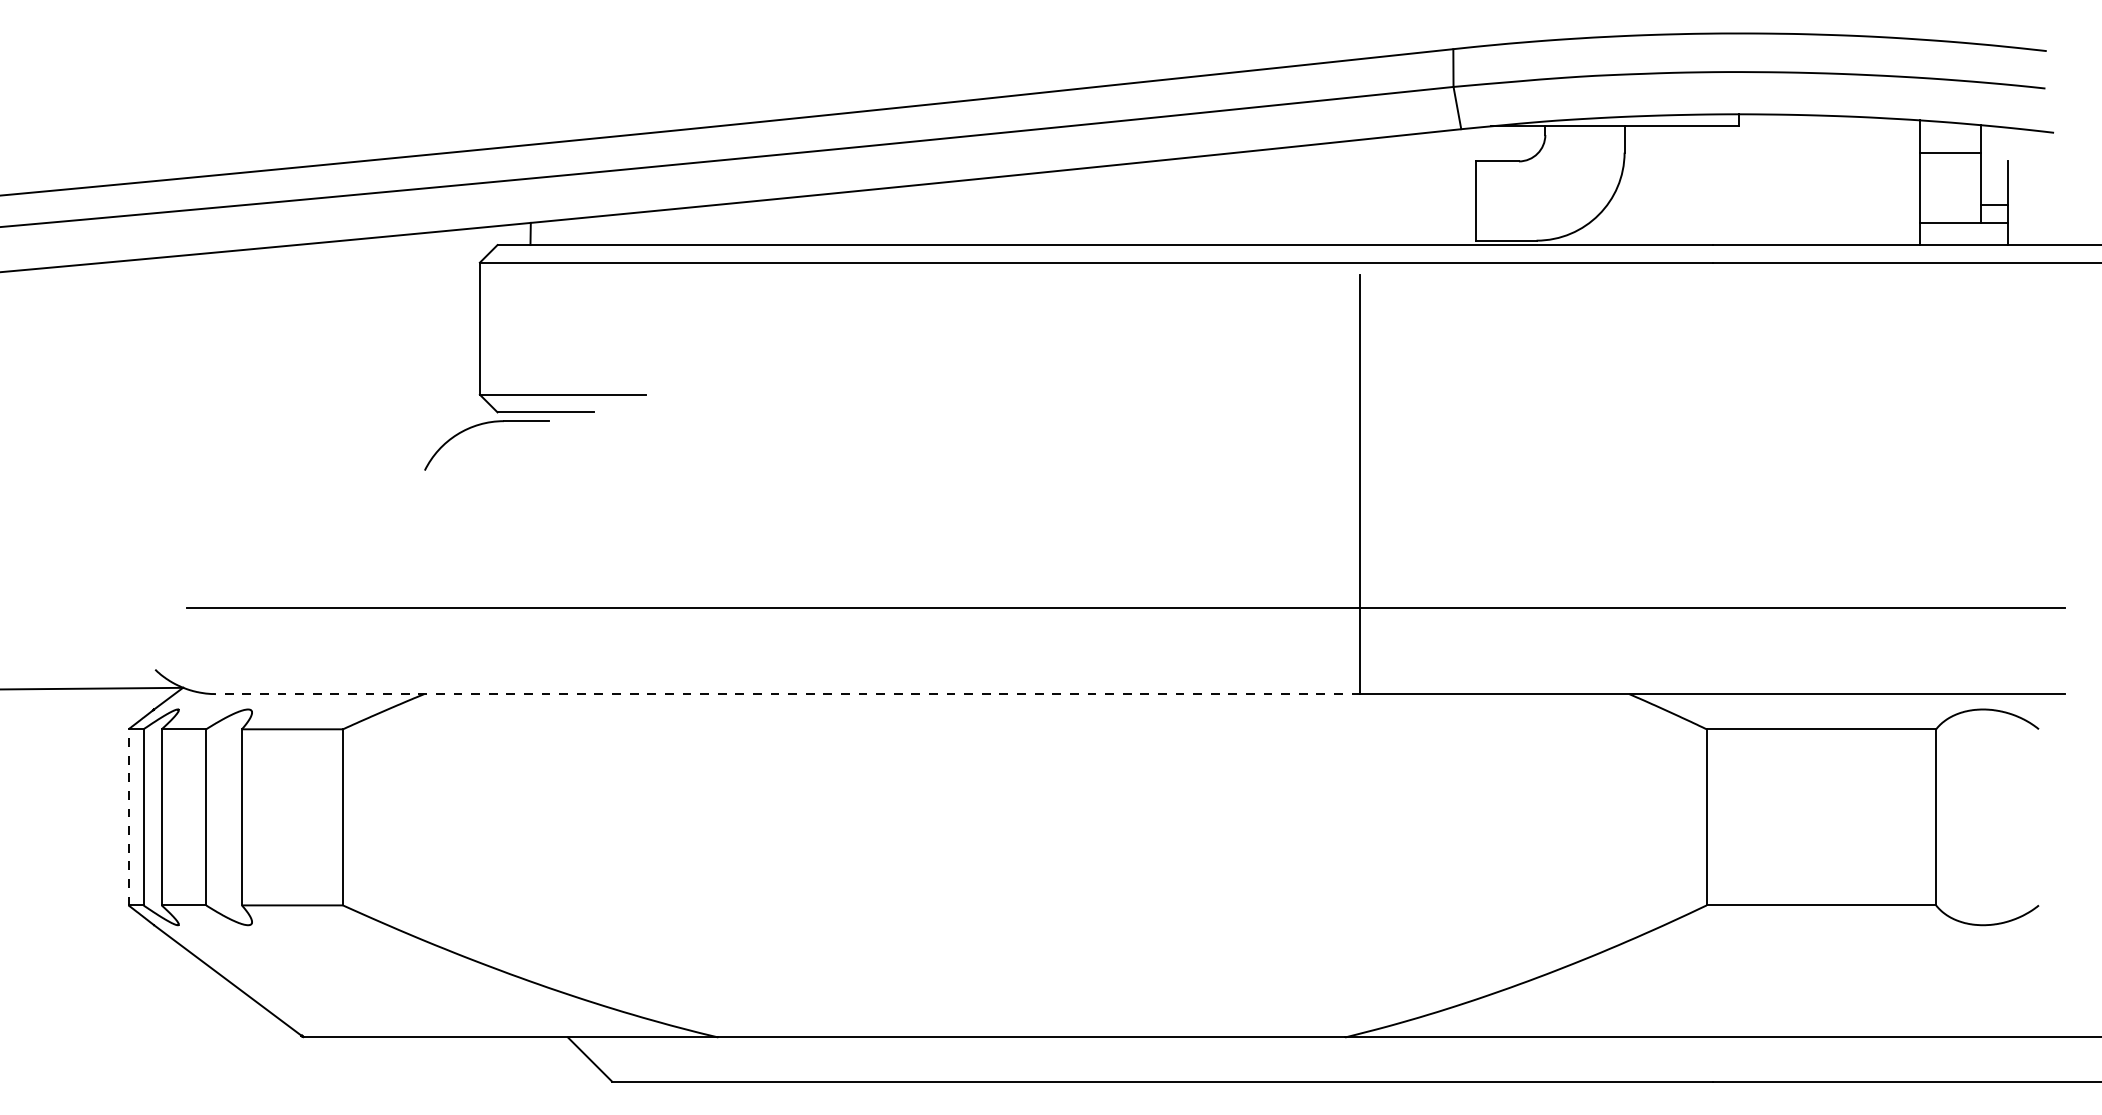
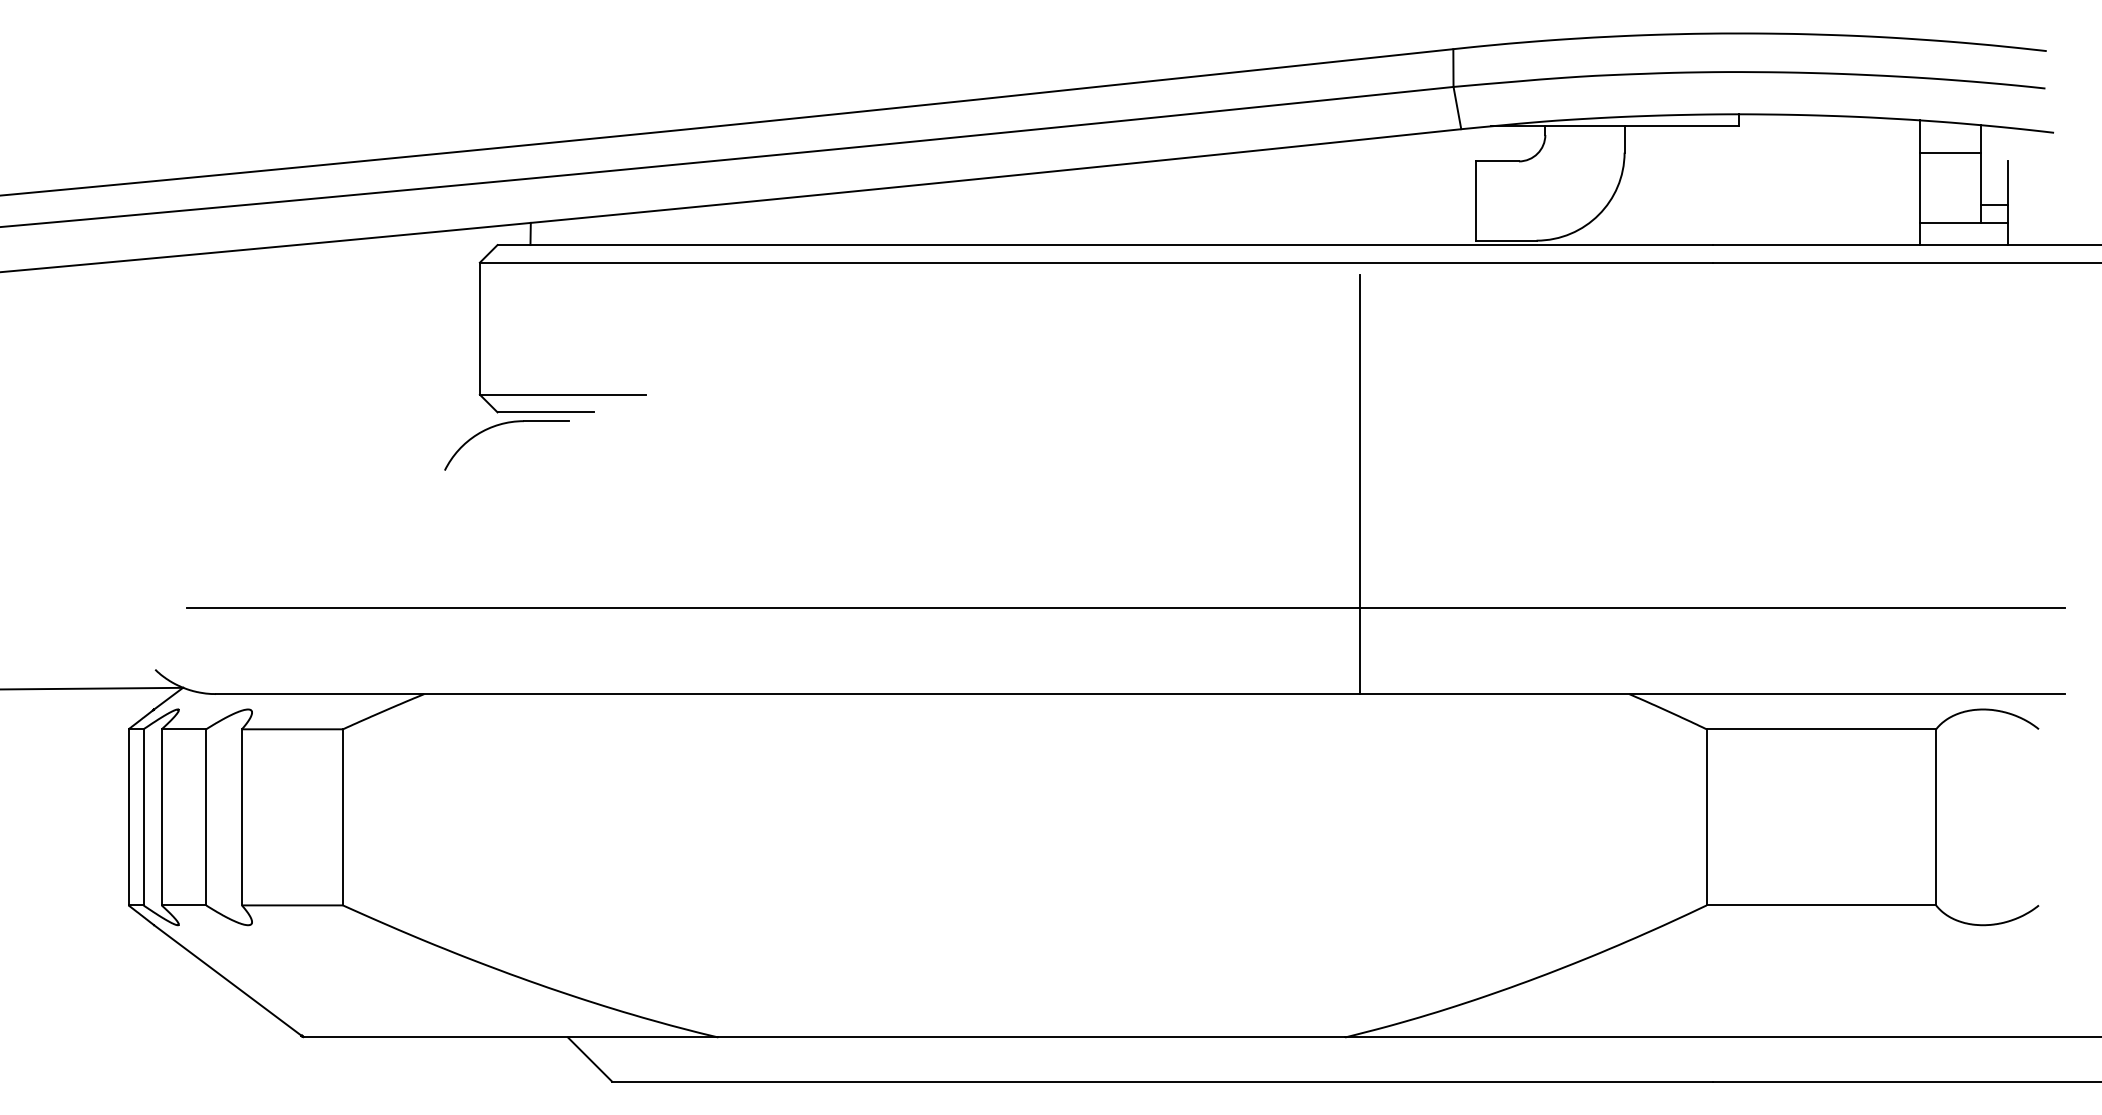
part at (480, 425) position: (480, 425) -> (500, 425)
line at (787, 694): dashed -> solid
line at (128, 816): dashed -> solid
